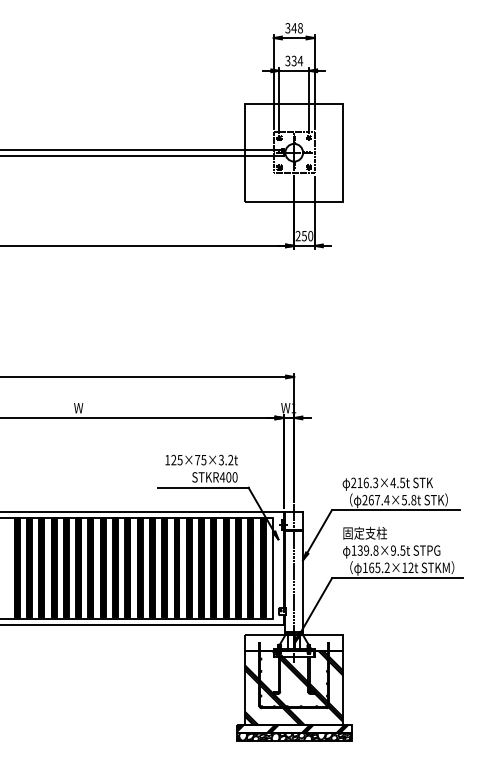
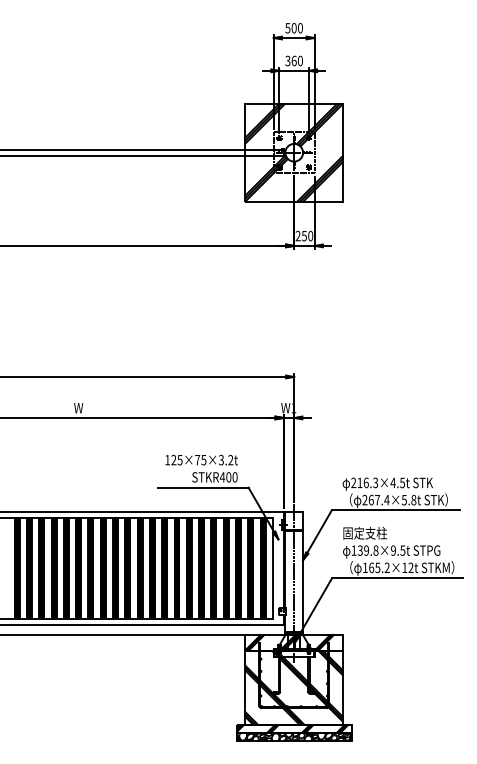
text at (293, 28): 348 -> 500
text at (297, 60): 334 -> 360
hatch at (294, 152): none -> present
line at (123, 634): none -> present
hatch at (289, 642): none -> present
